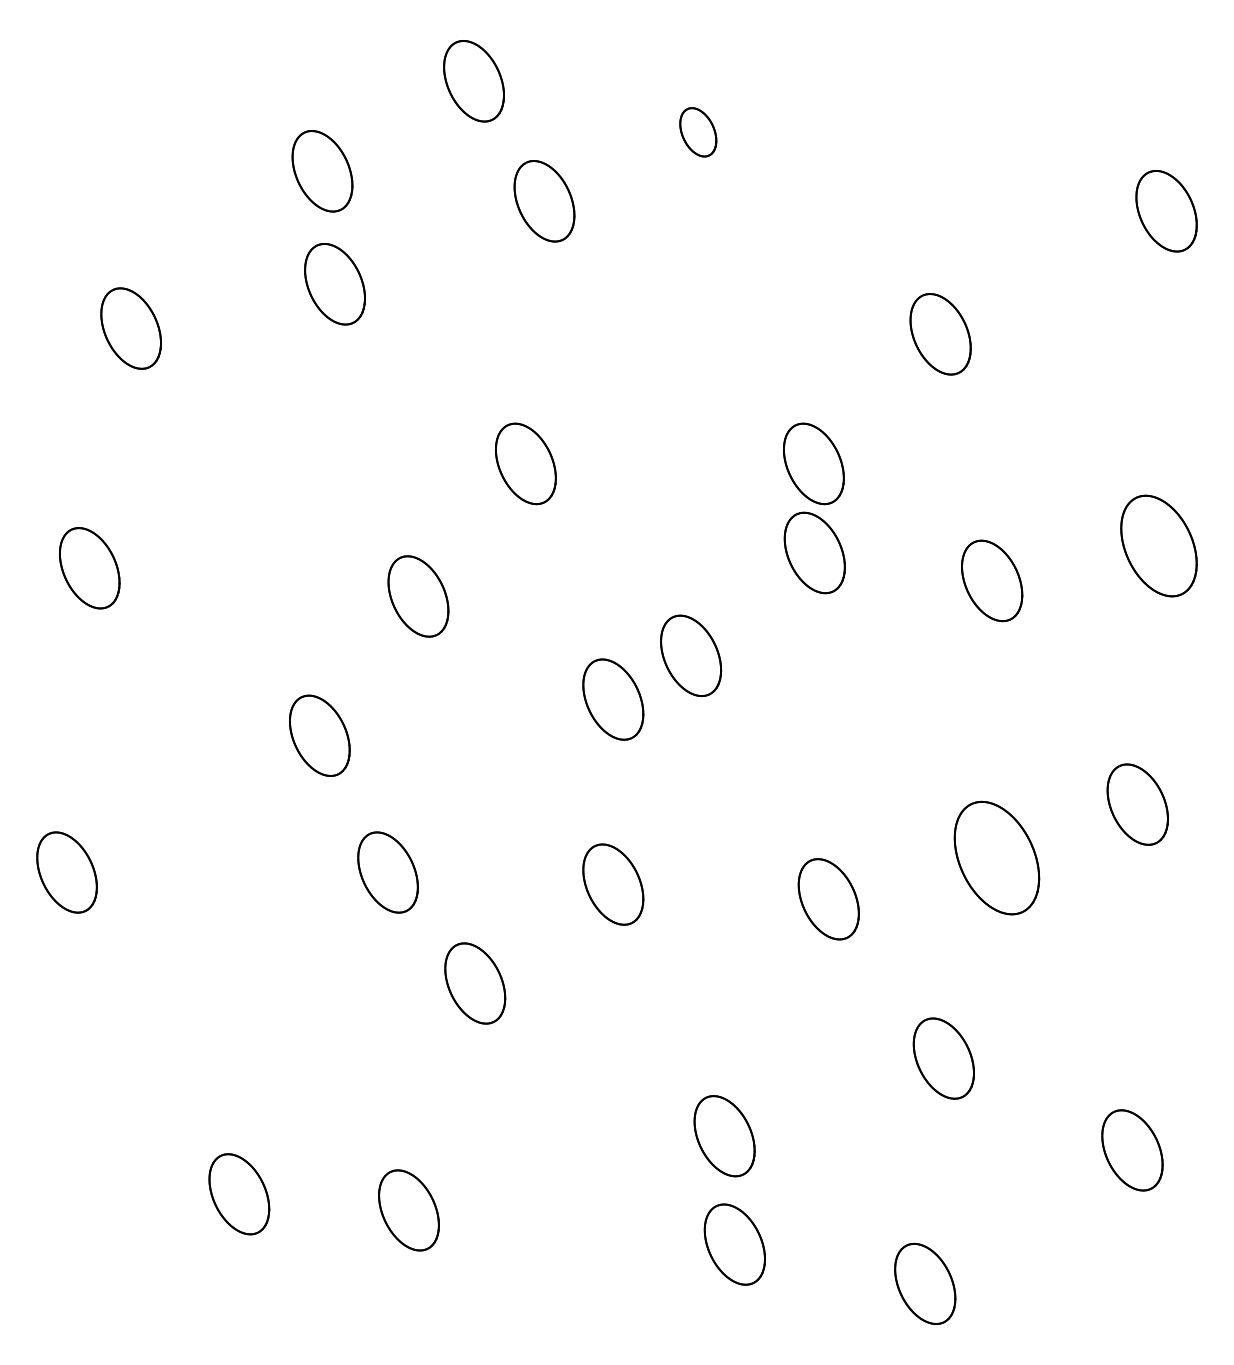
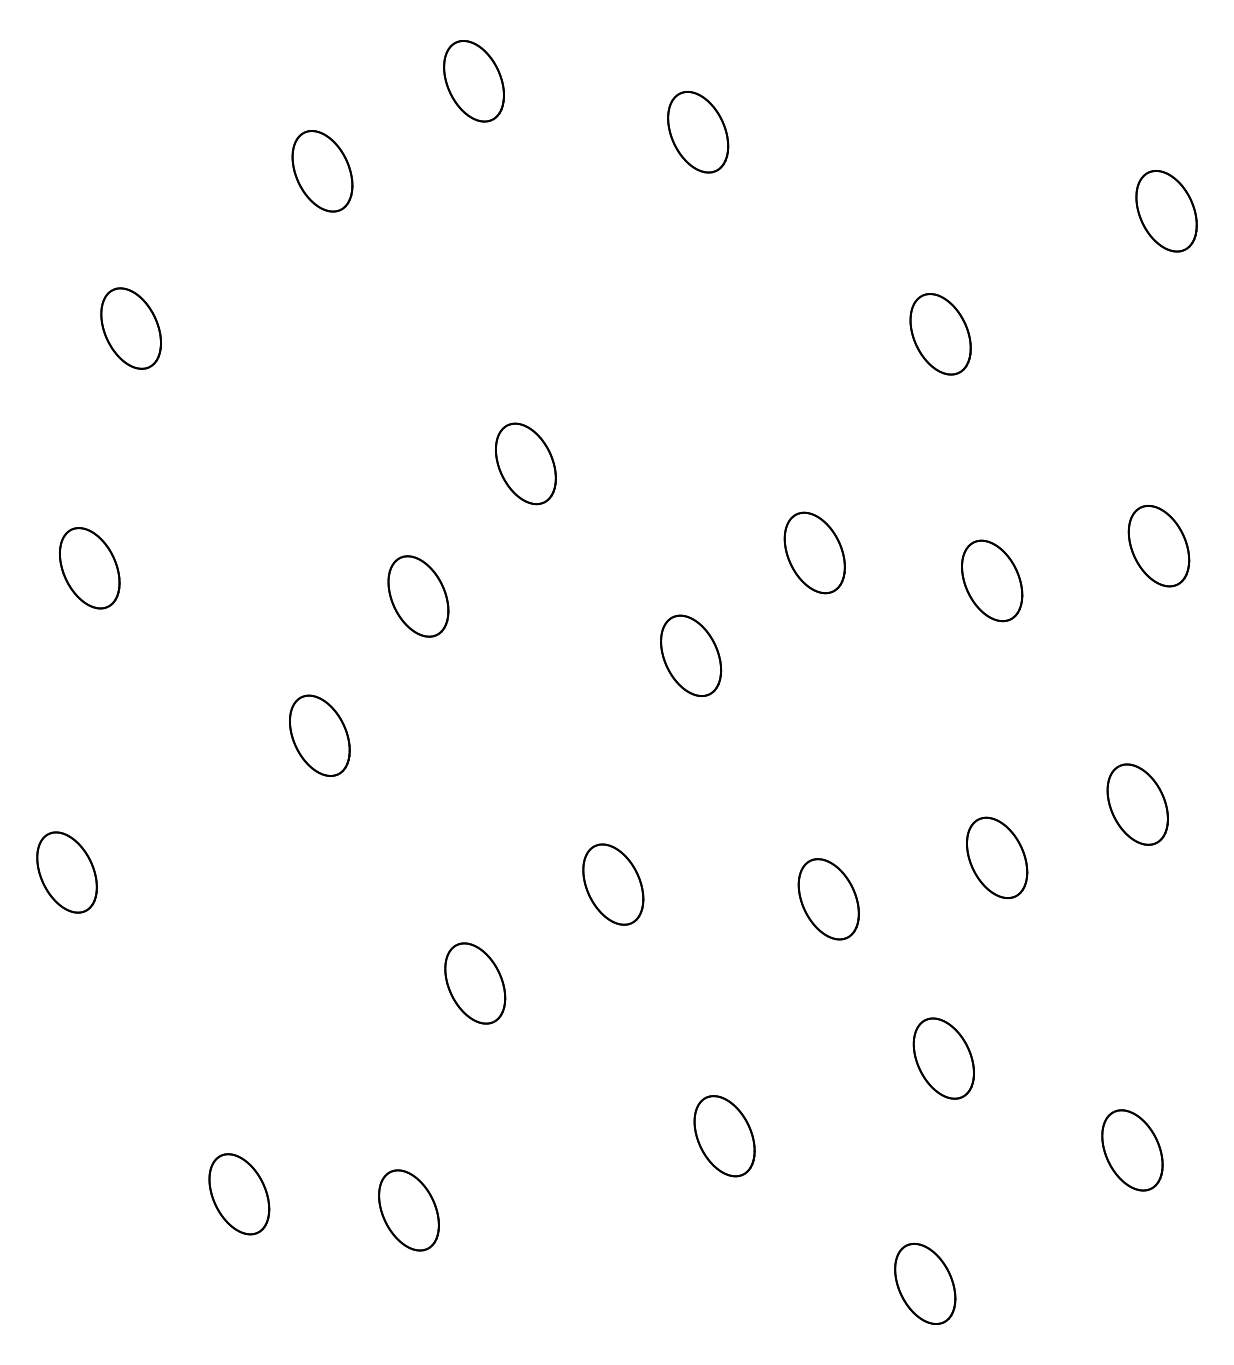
part at (698, 132) size: 39x51 px -> 63x83 px
part at (544, 201): present -> none
part at (334, 284): present -> none
part at (813, 463): present -> none
part at (1158, 545) size: 78x104 px -> 64x83 px
part at (613, 699): present -> none
part at (996, 857) size: 88x116 px -> 63x83 px
part at (387, 872): present -> none
part at (734, 1244): present -> none
